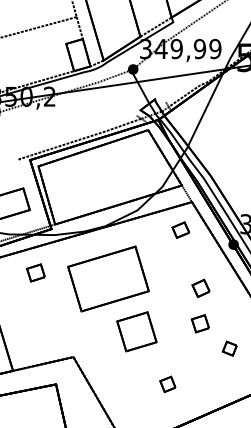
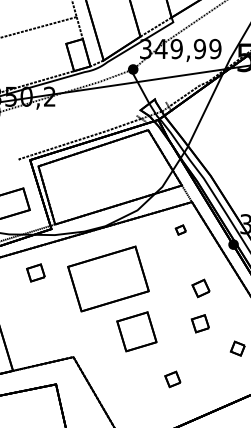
part at (180, 229) size: 20x18 px -> 13x12 px
part at (229, 348) position: (229, 348) -> (237, 348)
part at (167, 384) position: (167, 384) -> (172, 379)
